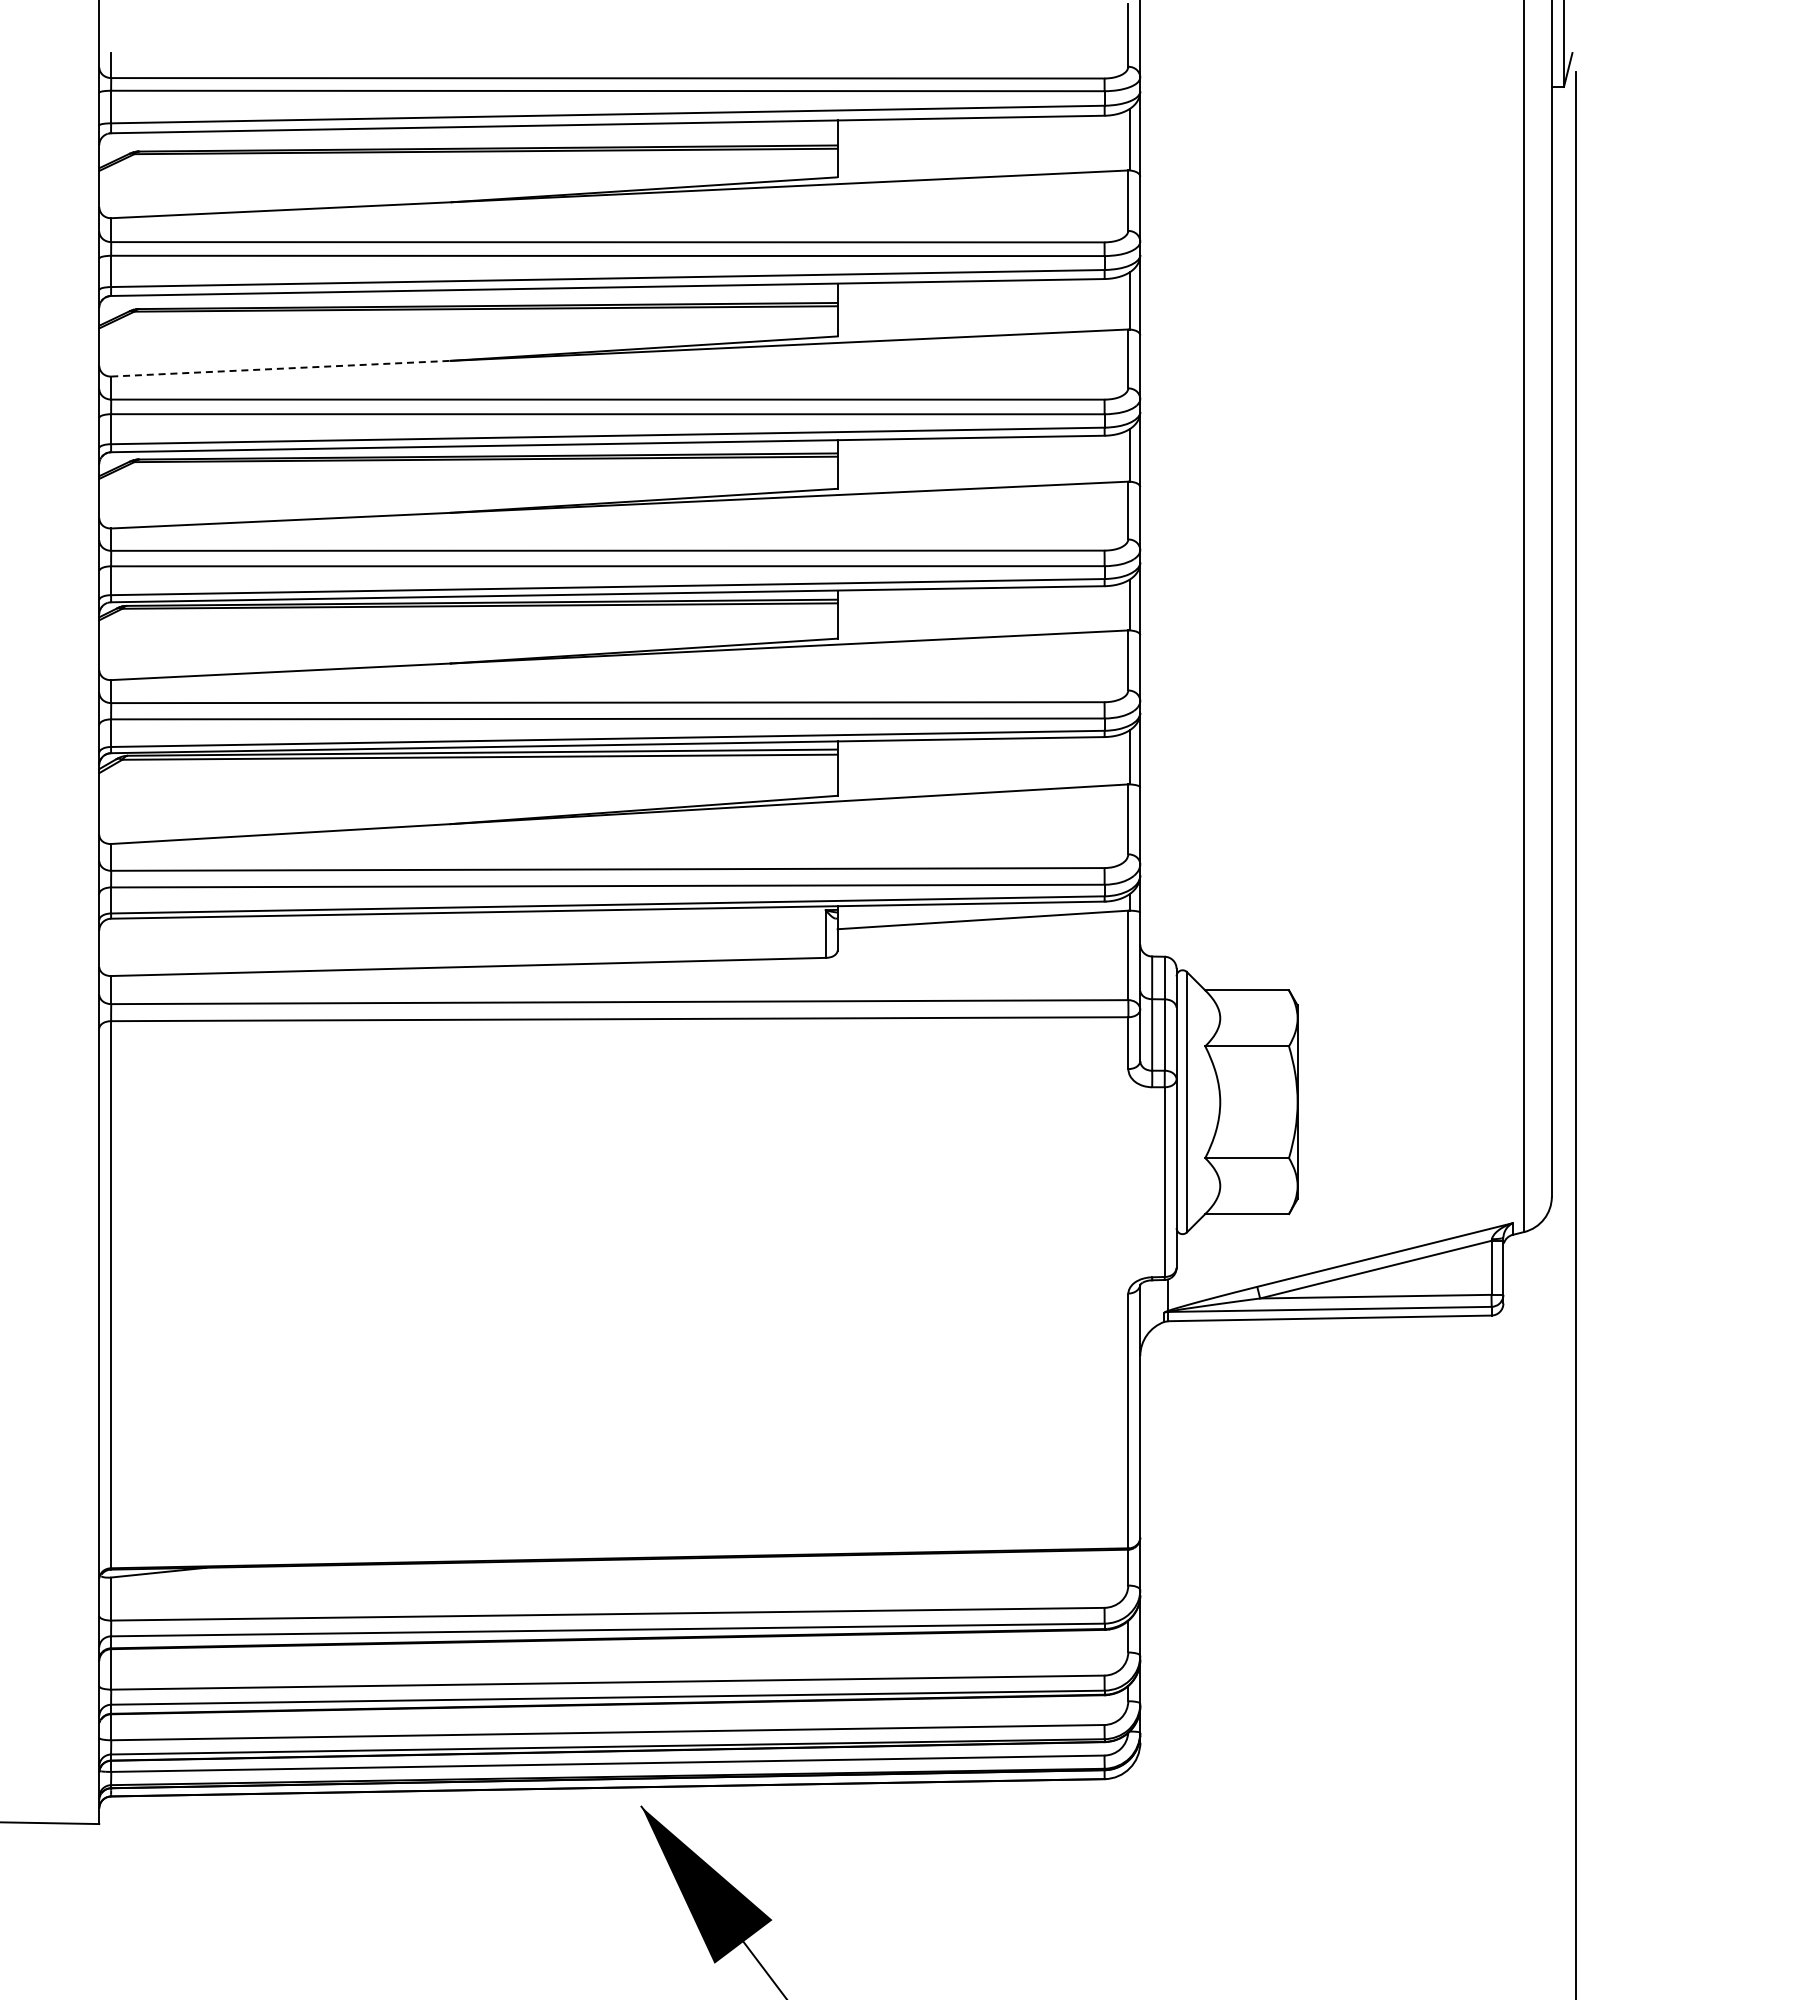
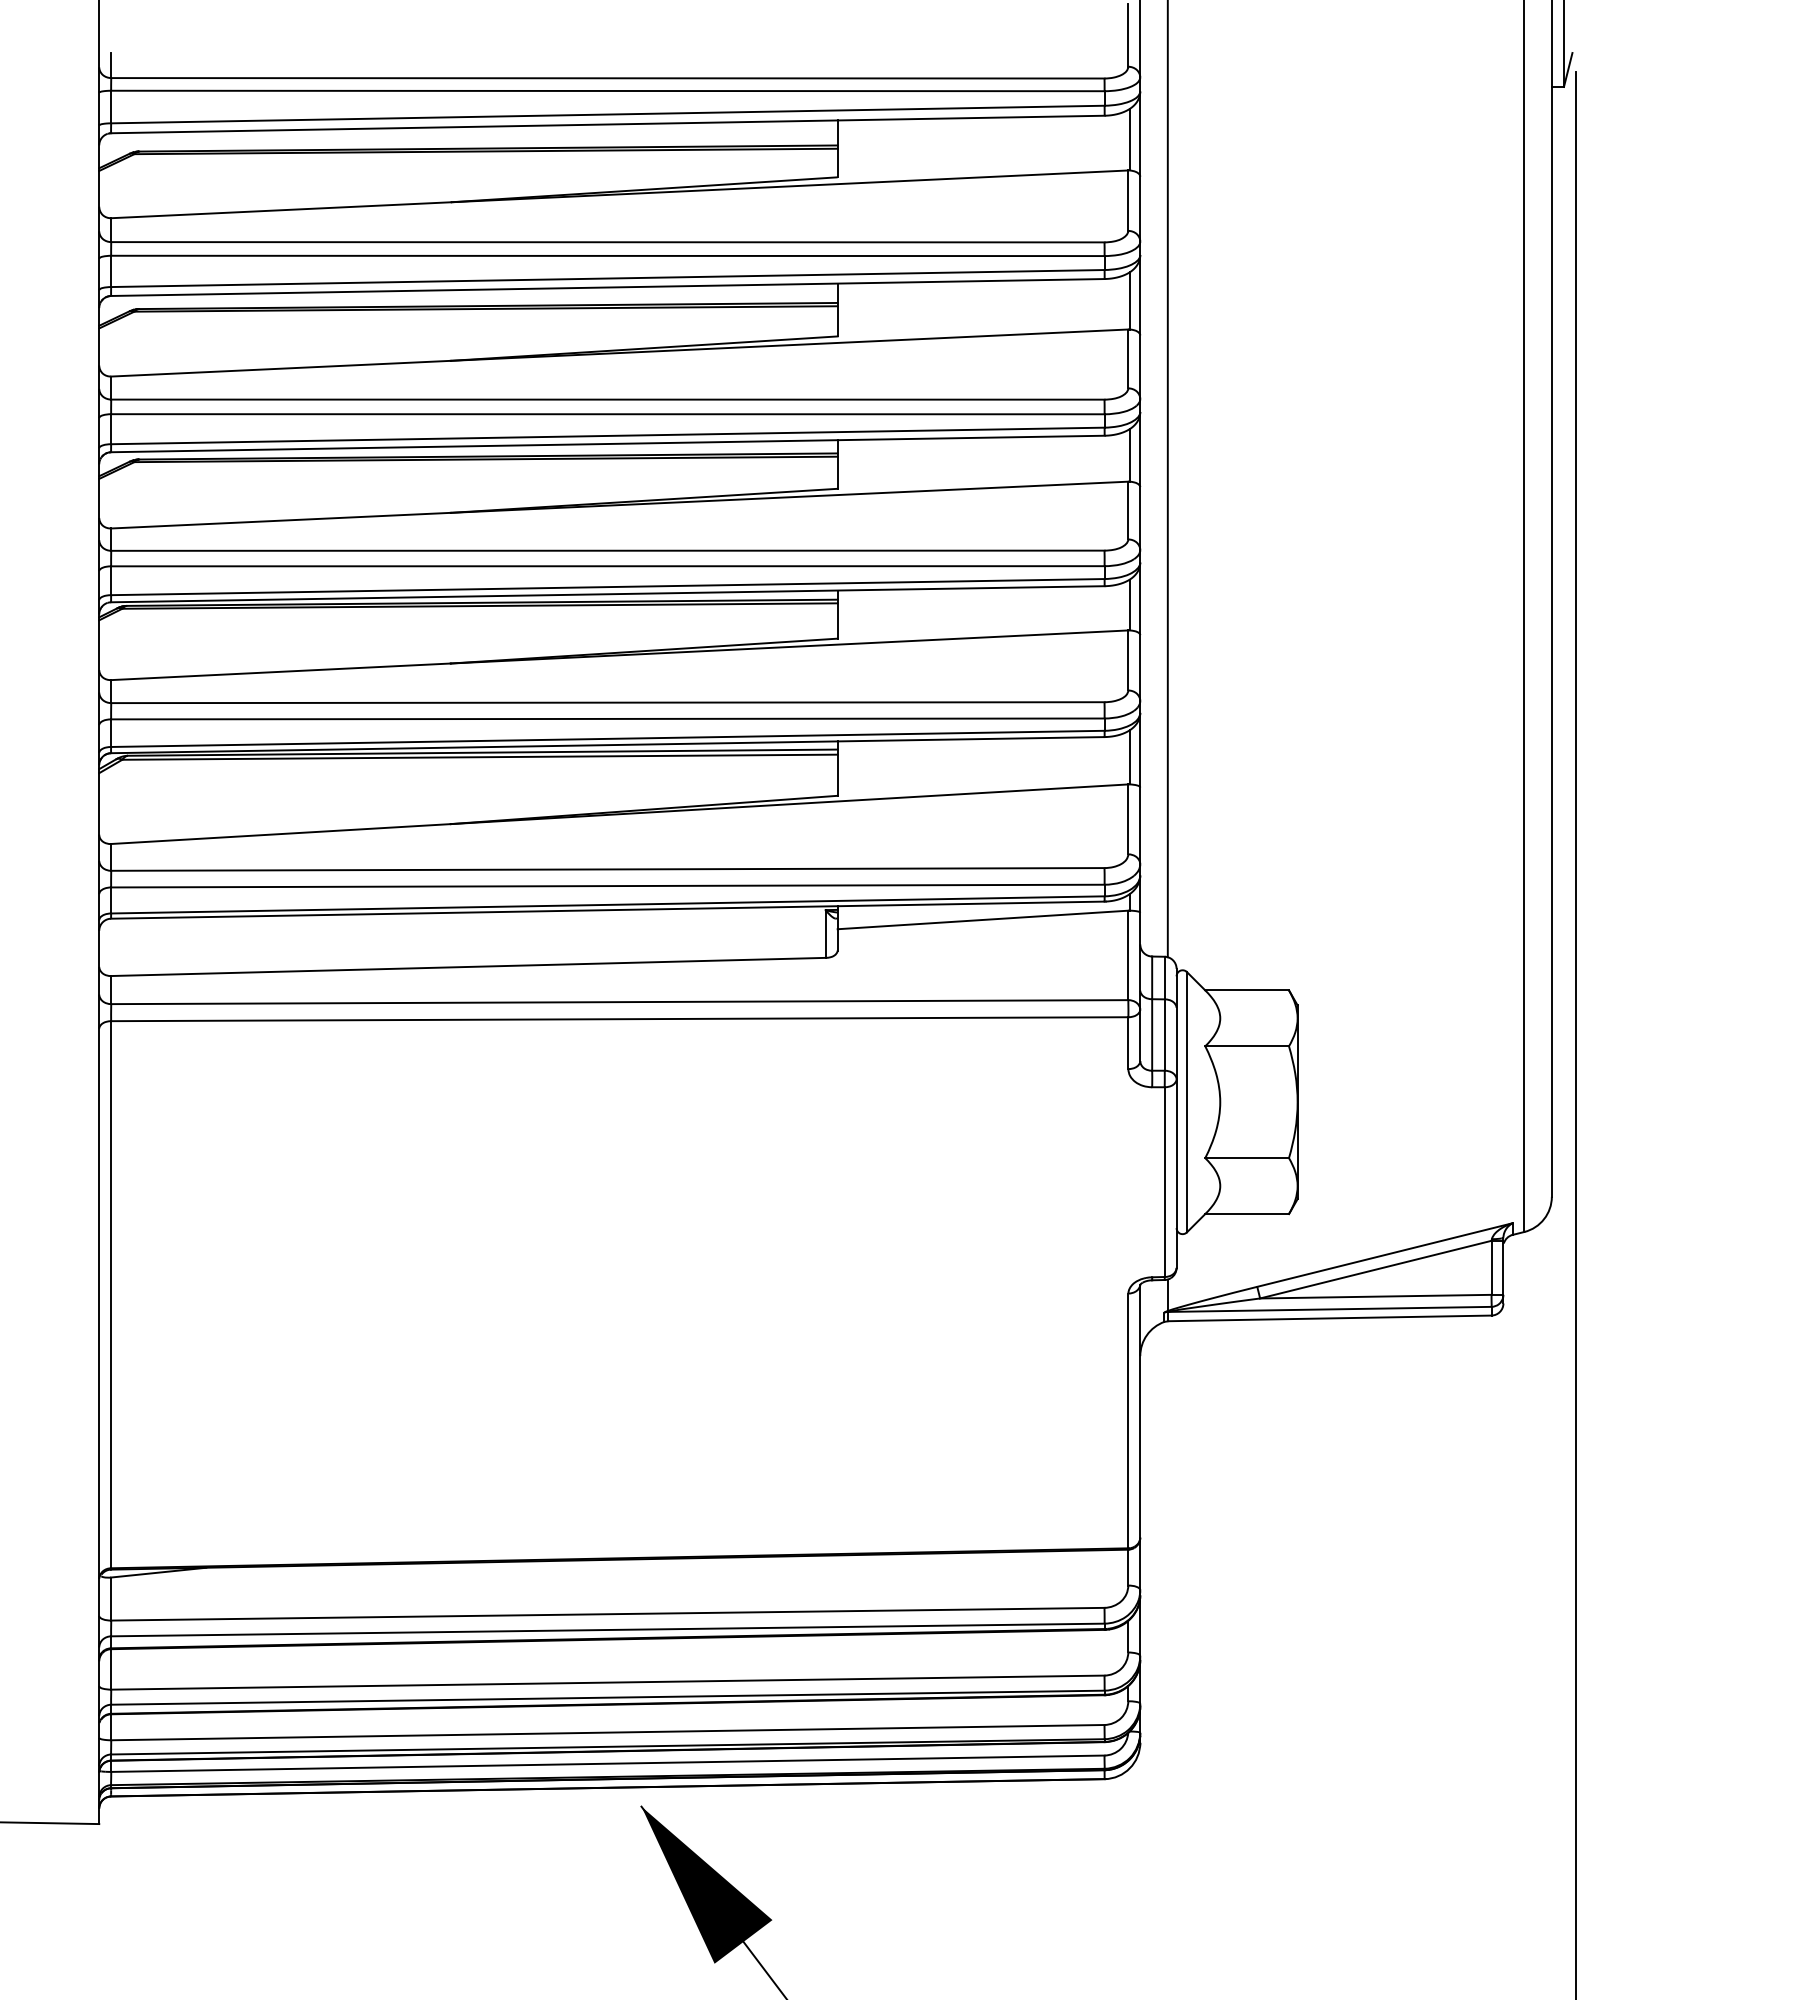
line at (281, 368): dashed -> solid
line at (1167, 479): none -> present
